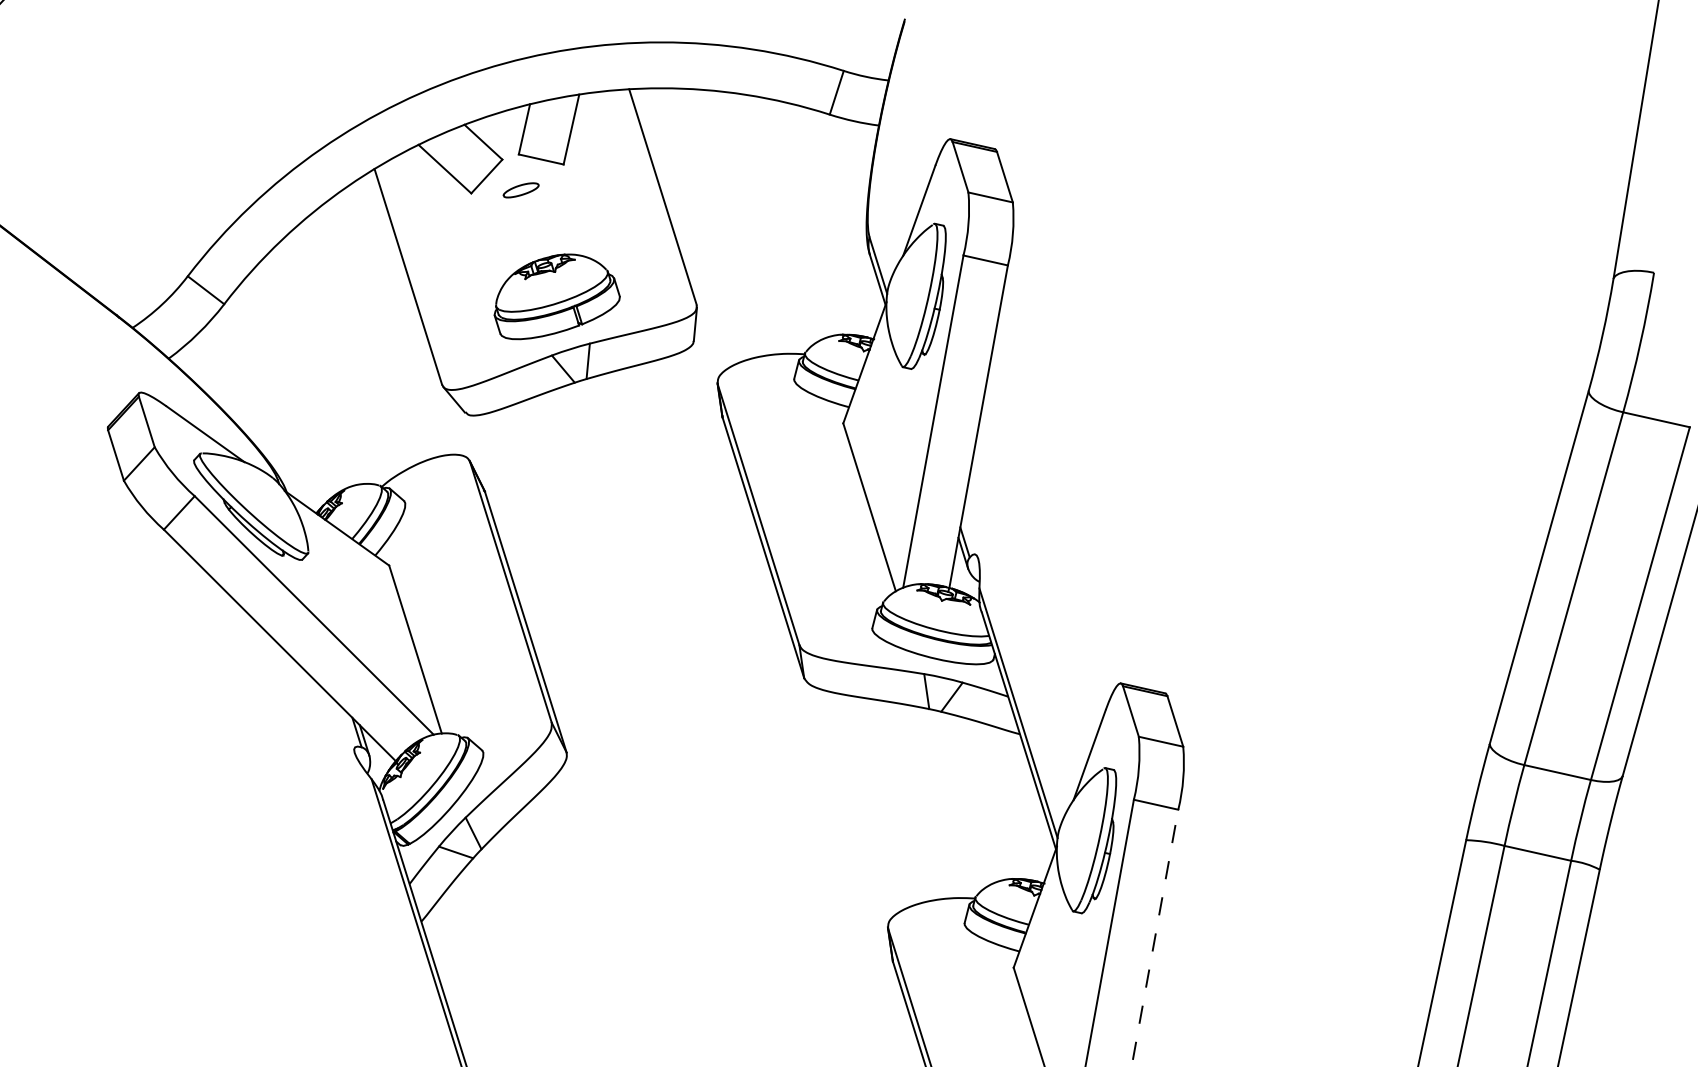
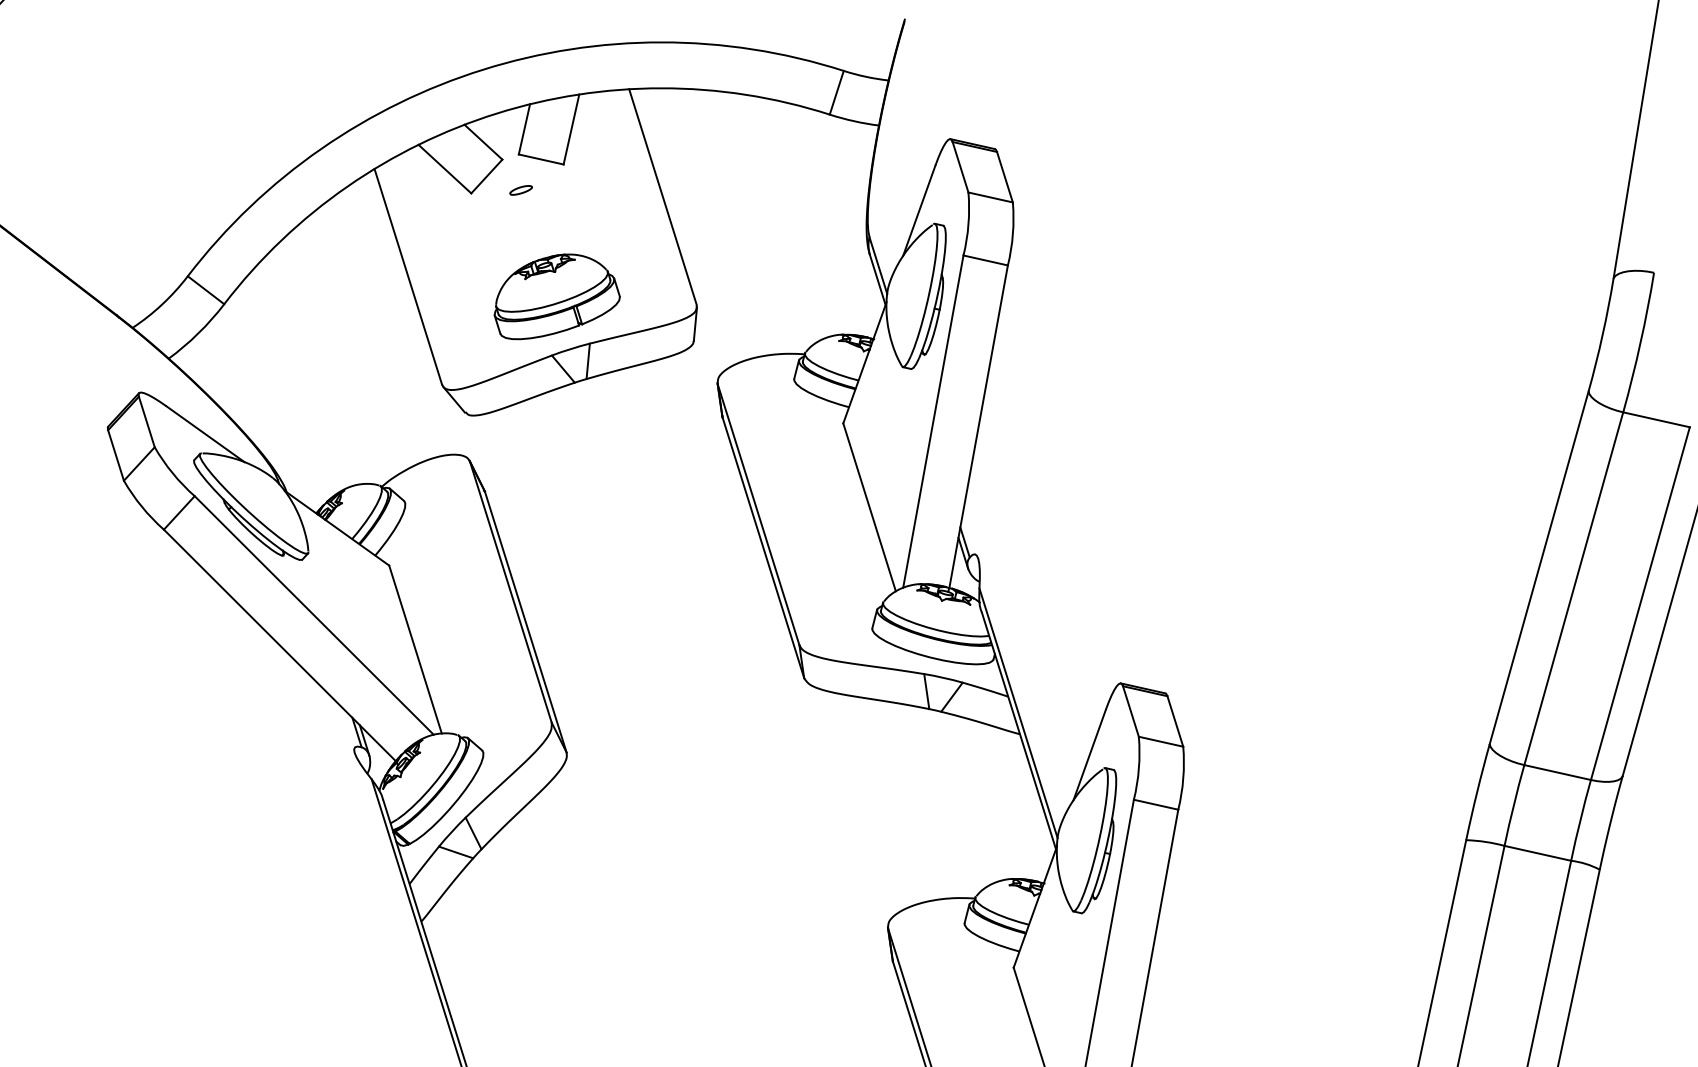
part at (520, 190) size: 38x17 px -> 24x11 px
line at (1155, 937): dashed -> solid
